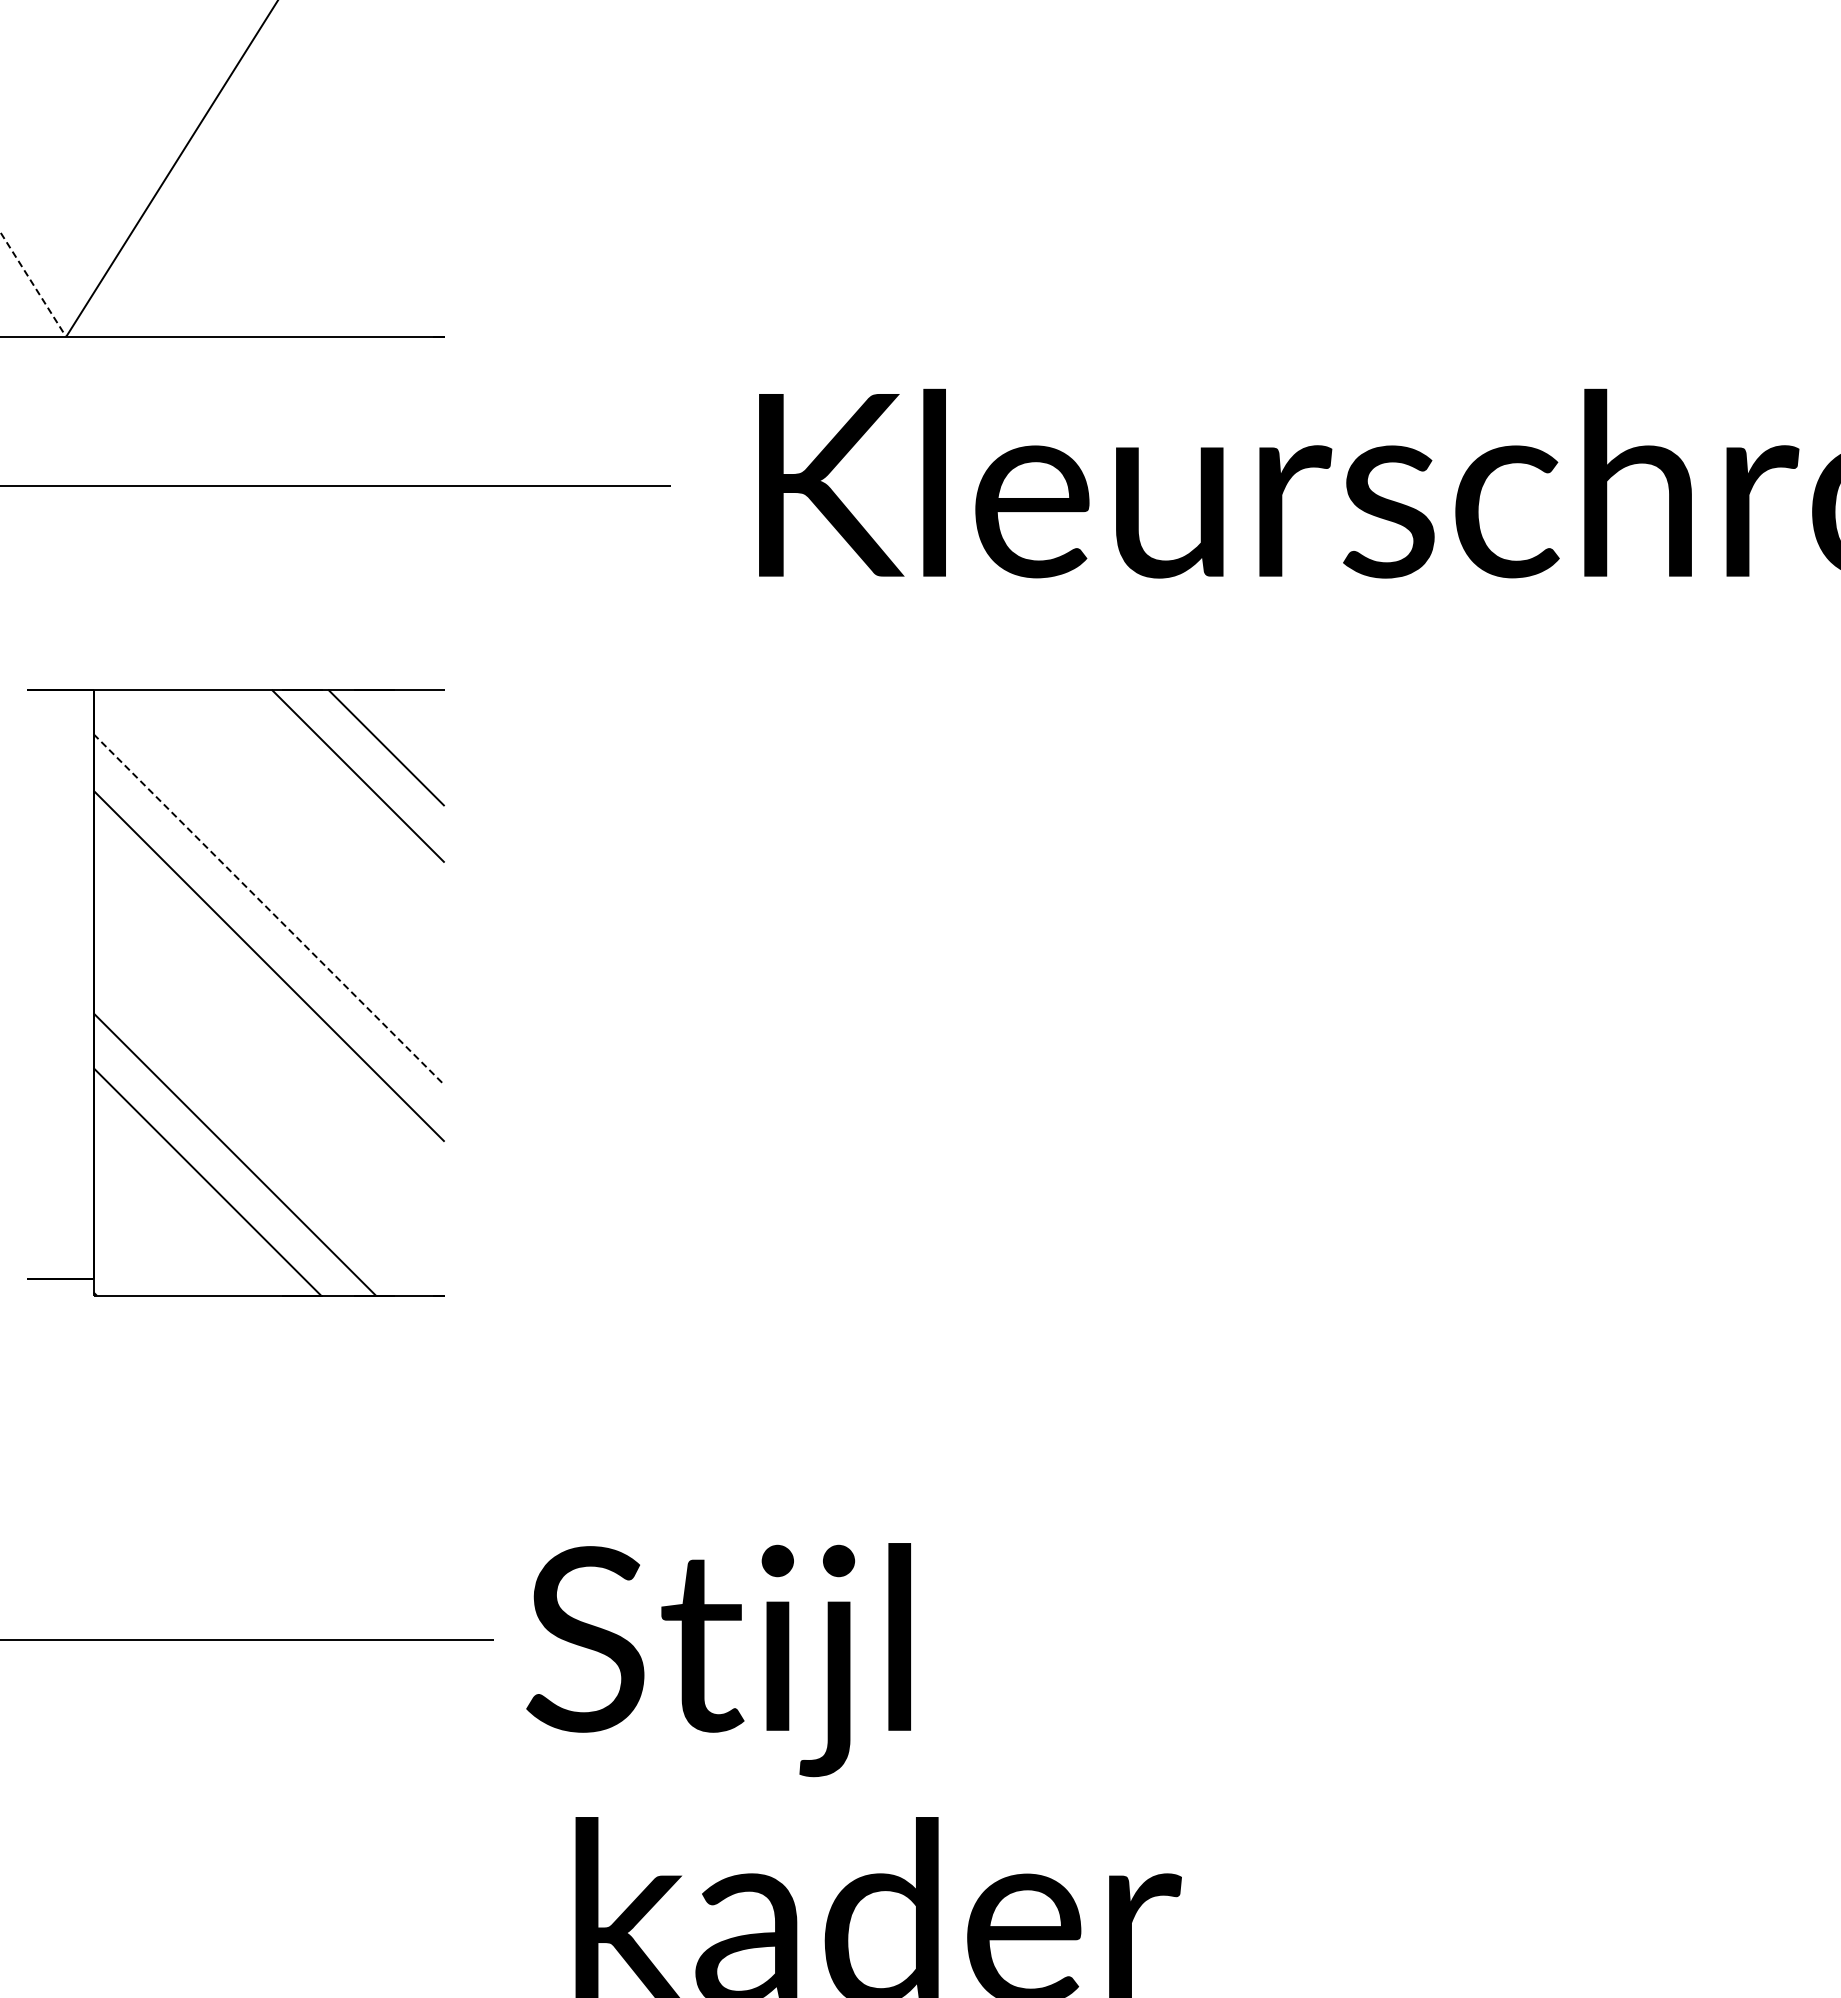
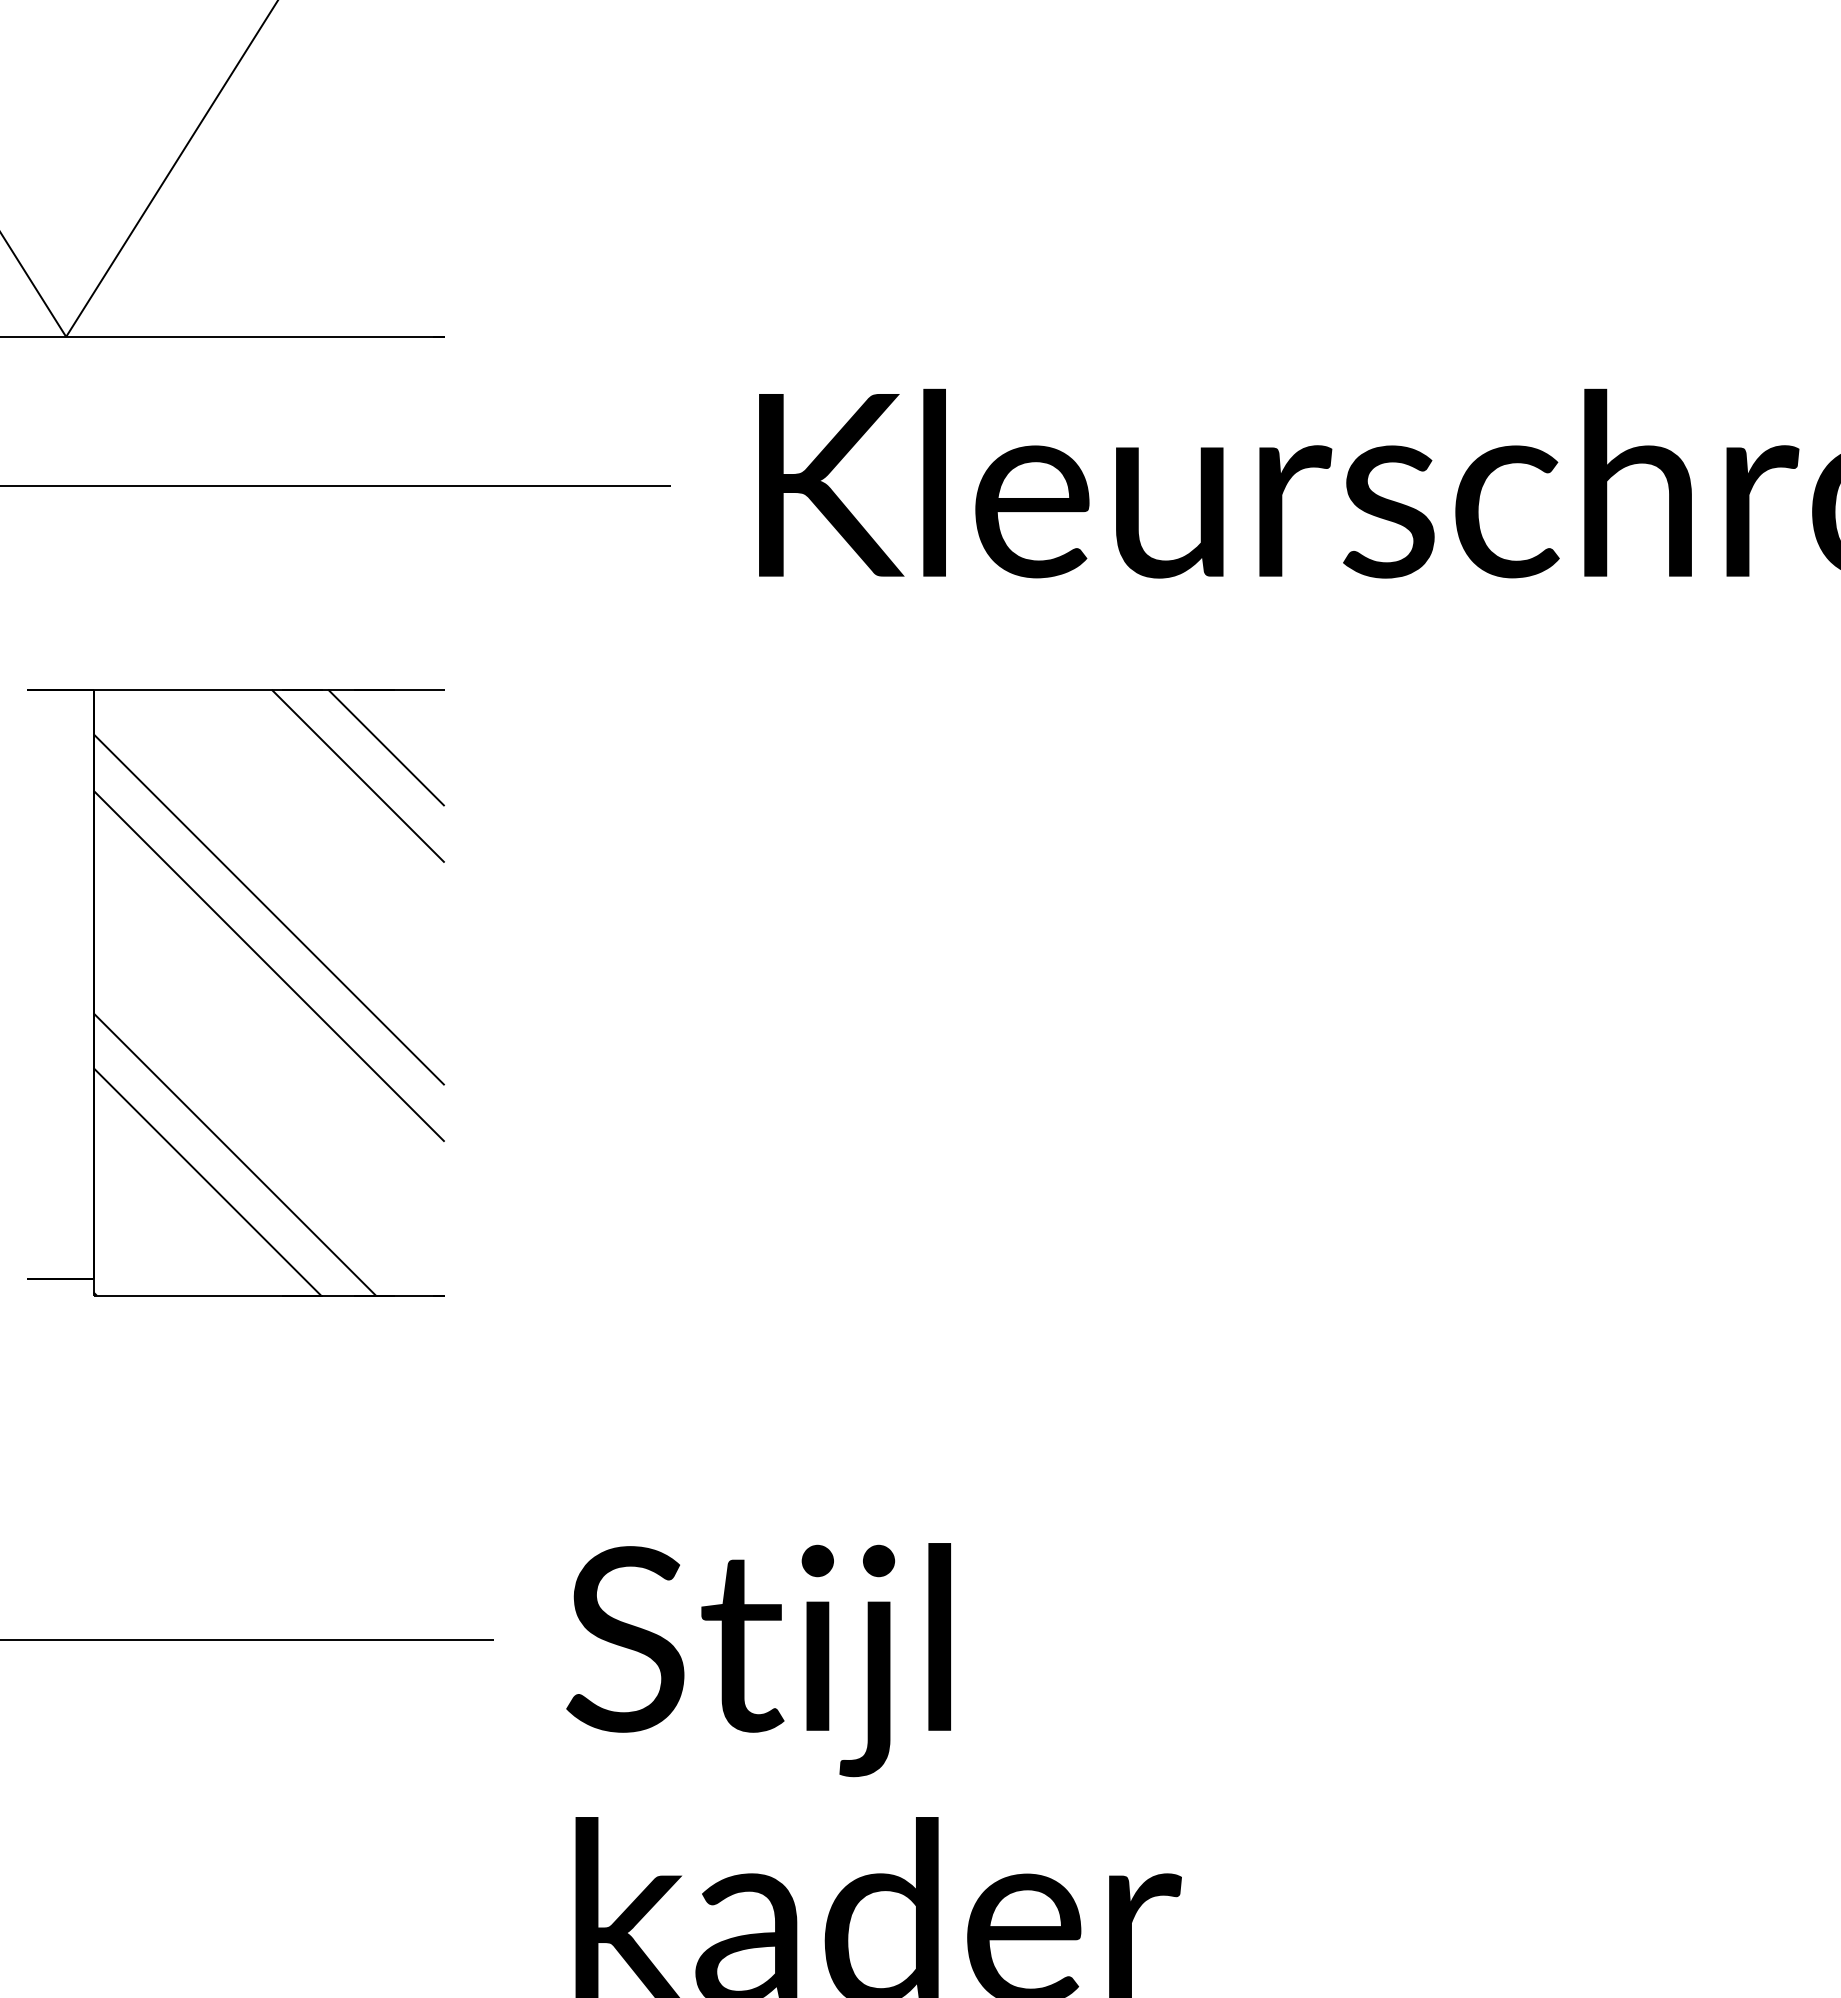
line at (33, 284): dashed -> solid
line at (269, 910): dashed -> solid
text at (718, 1660) position: (718, 1660) -> (758, 1660)
